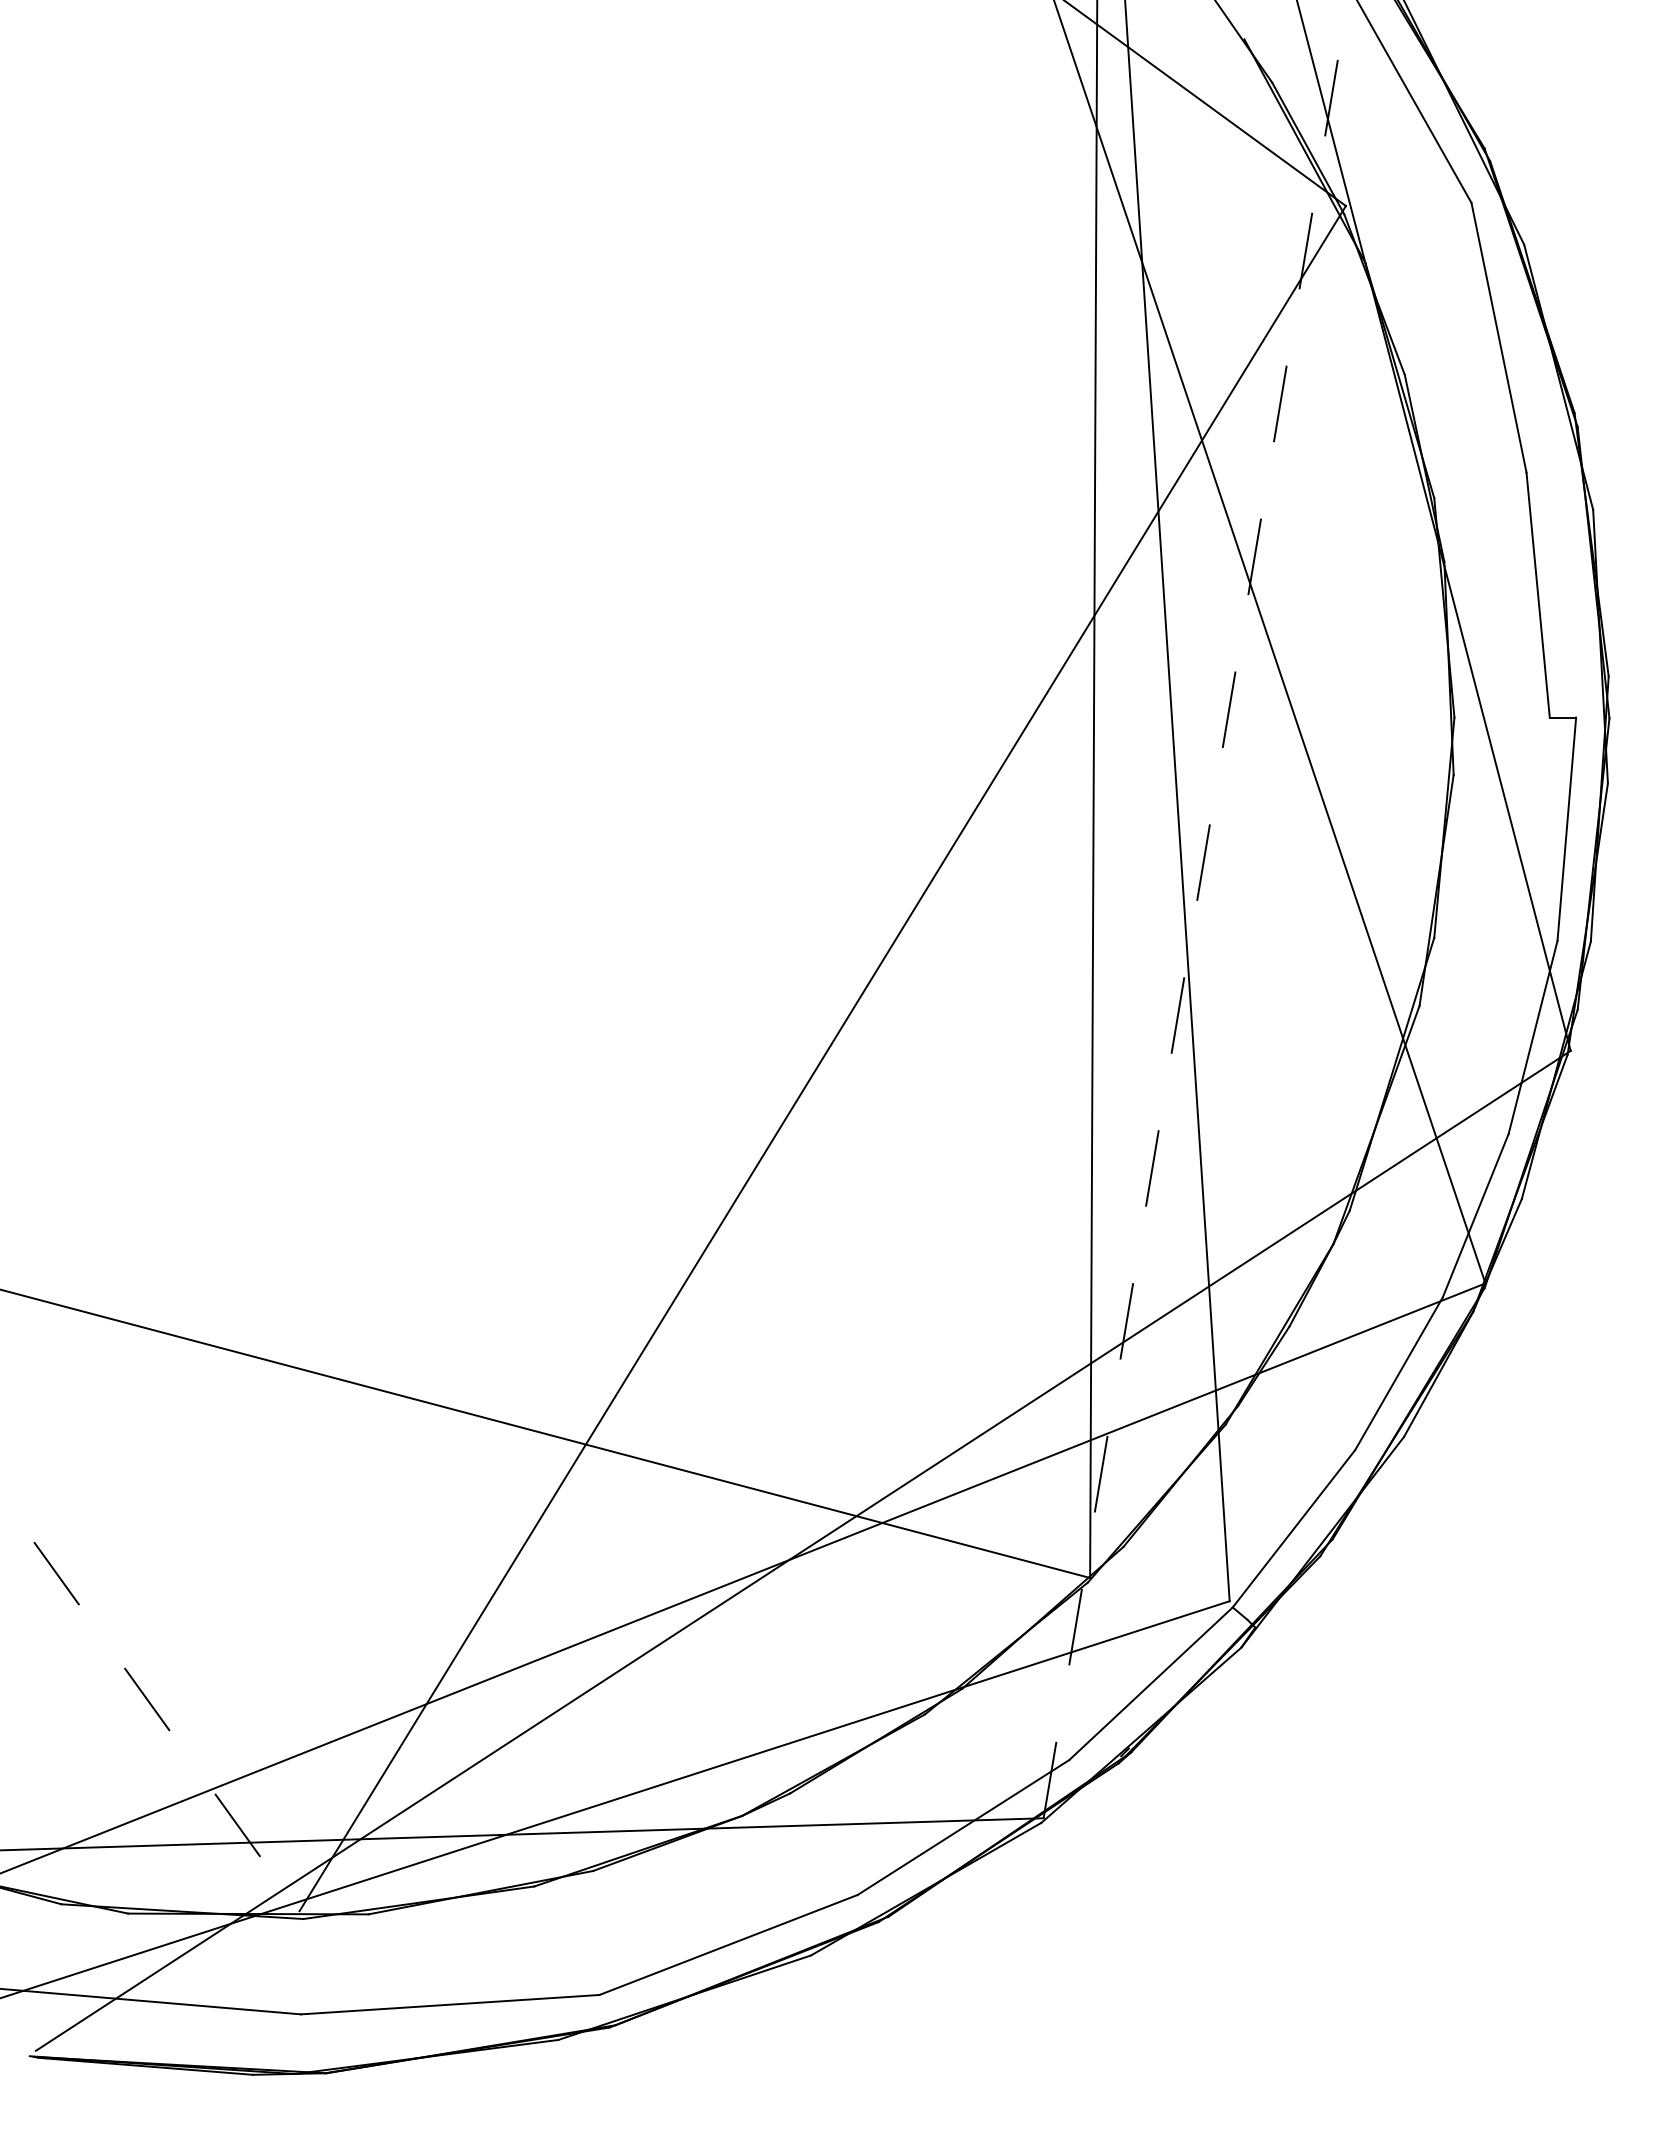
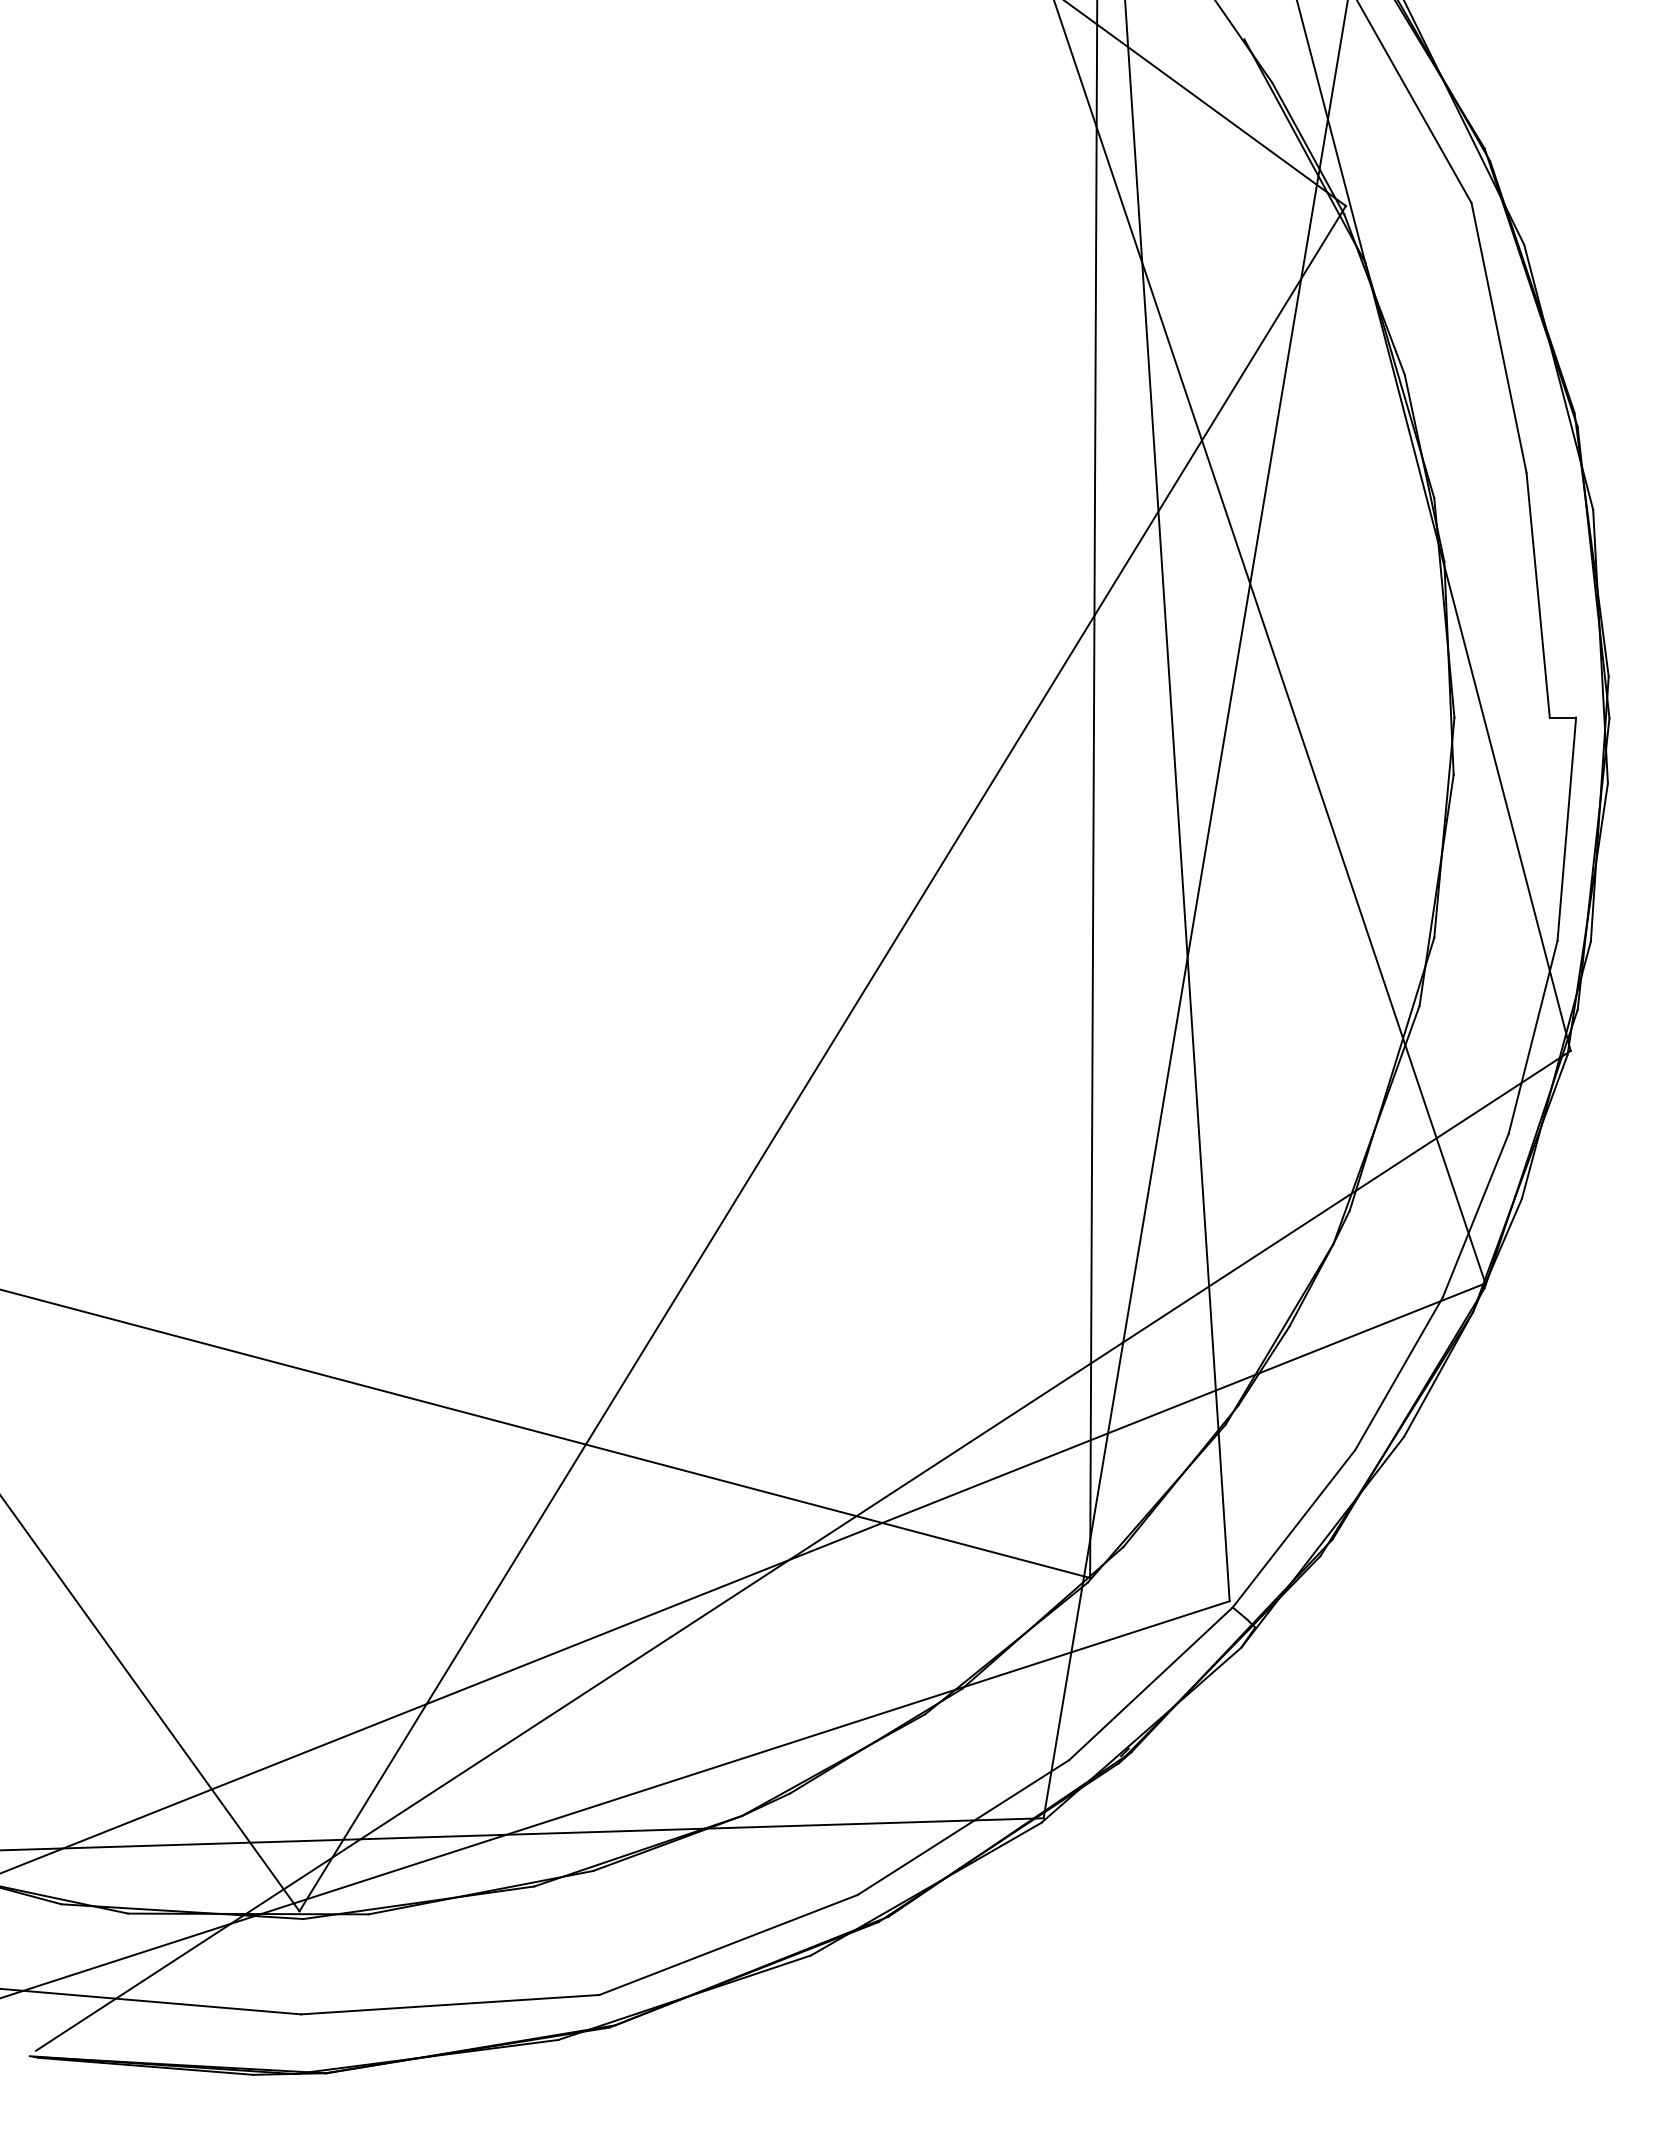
line at (1195, 909): dashed -> solid
line at (150, 1703): dashed -> solid
